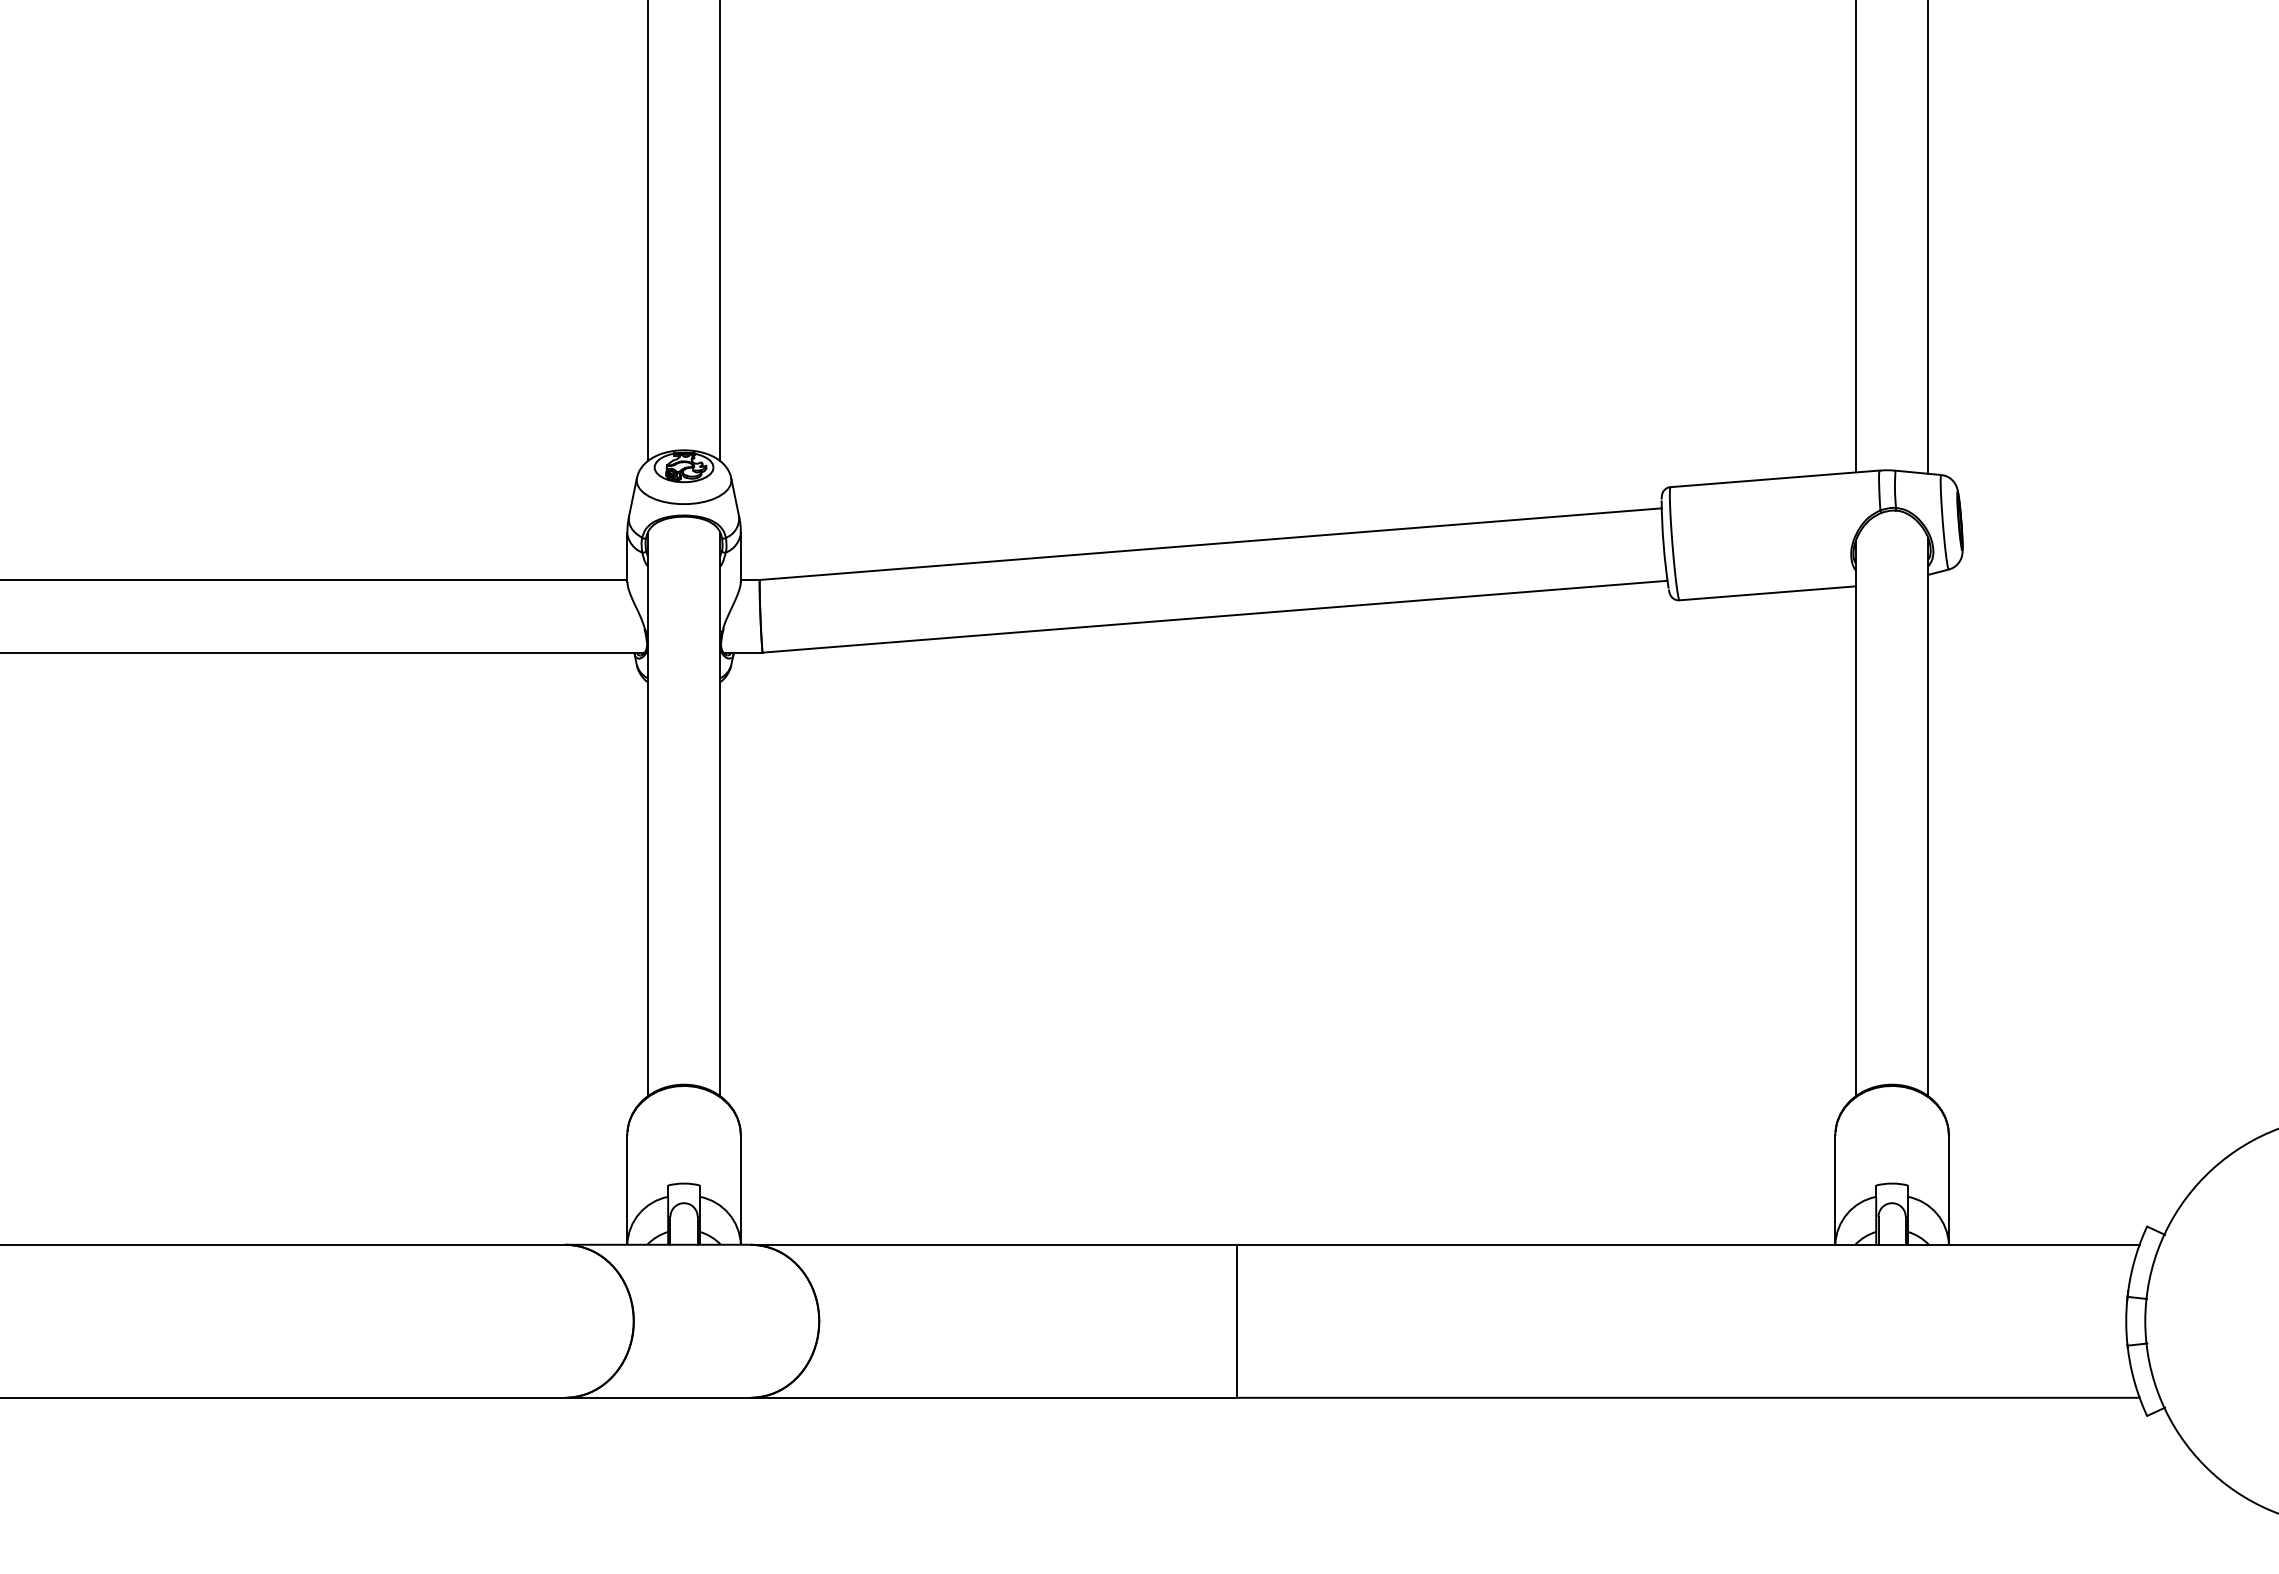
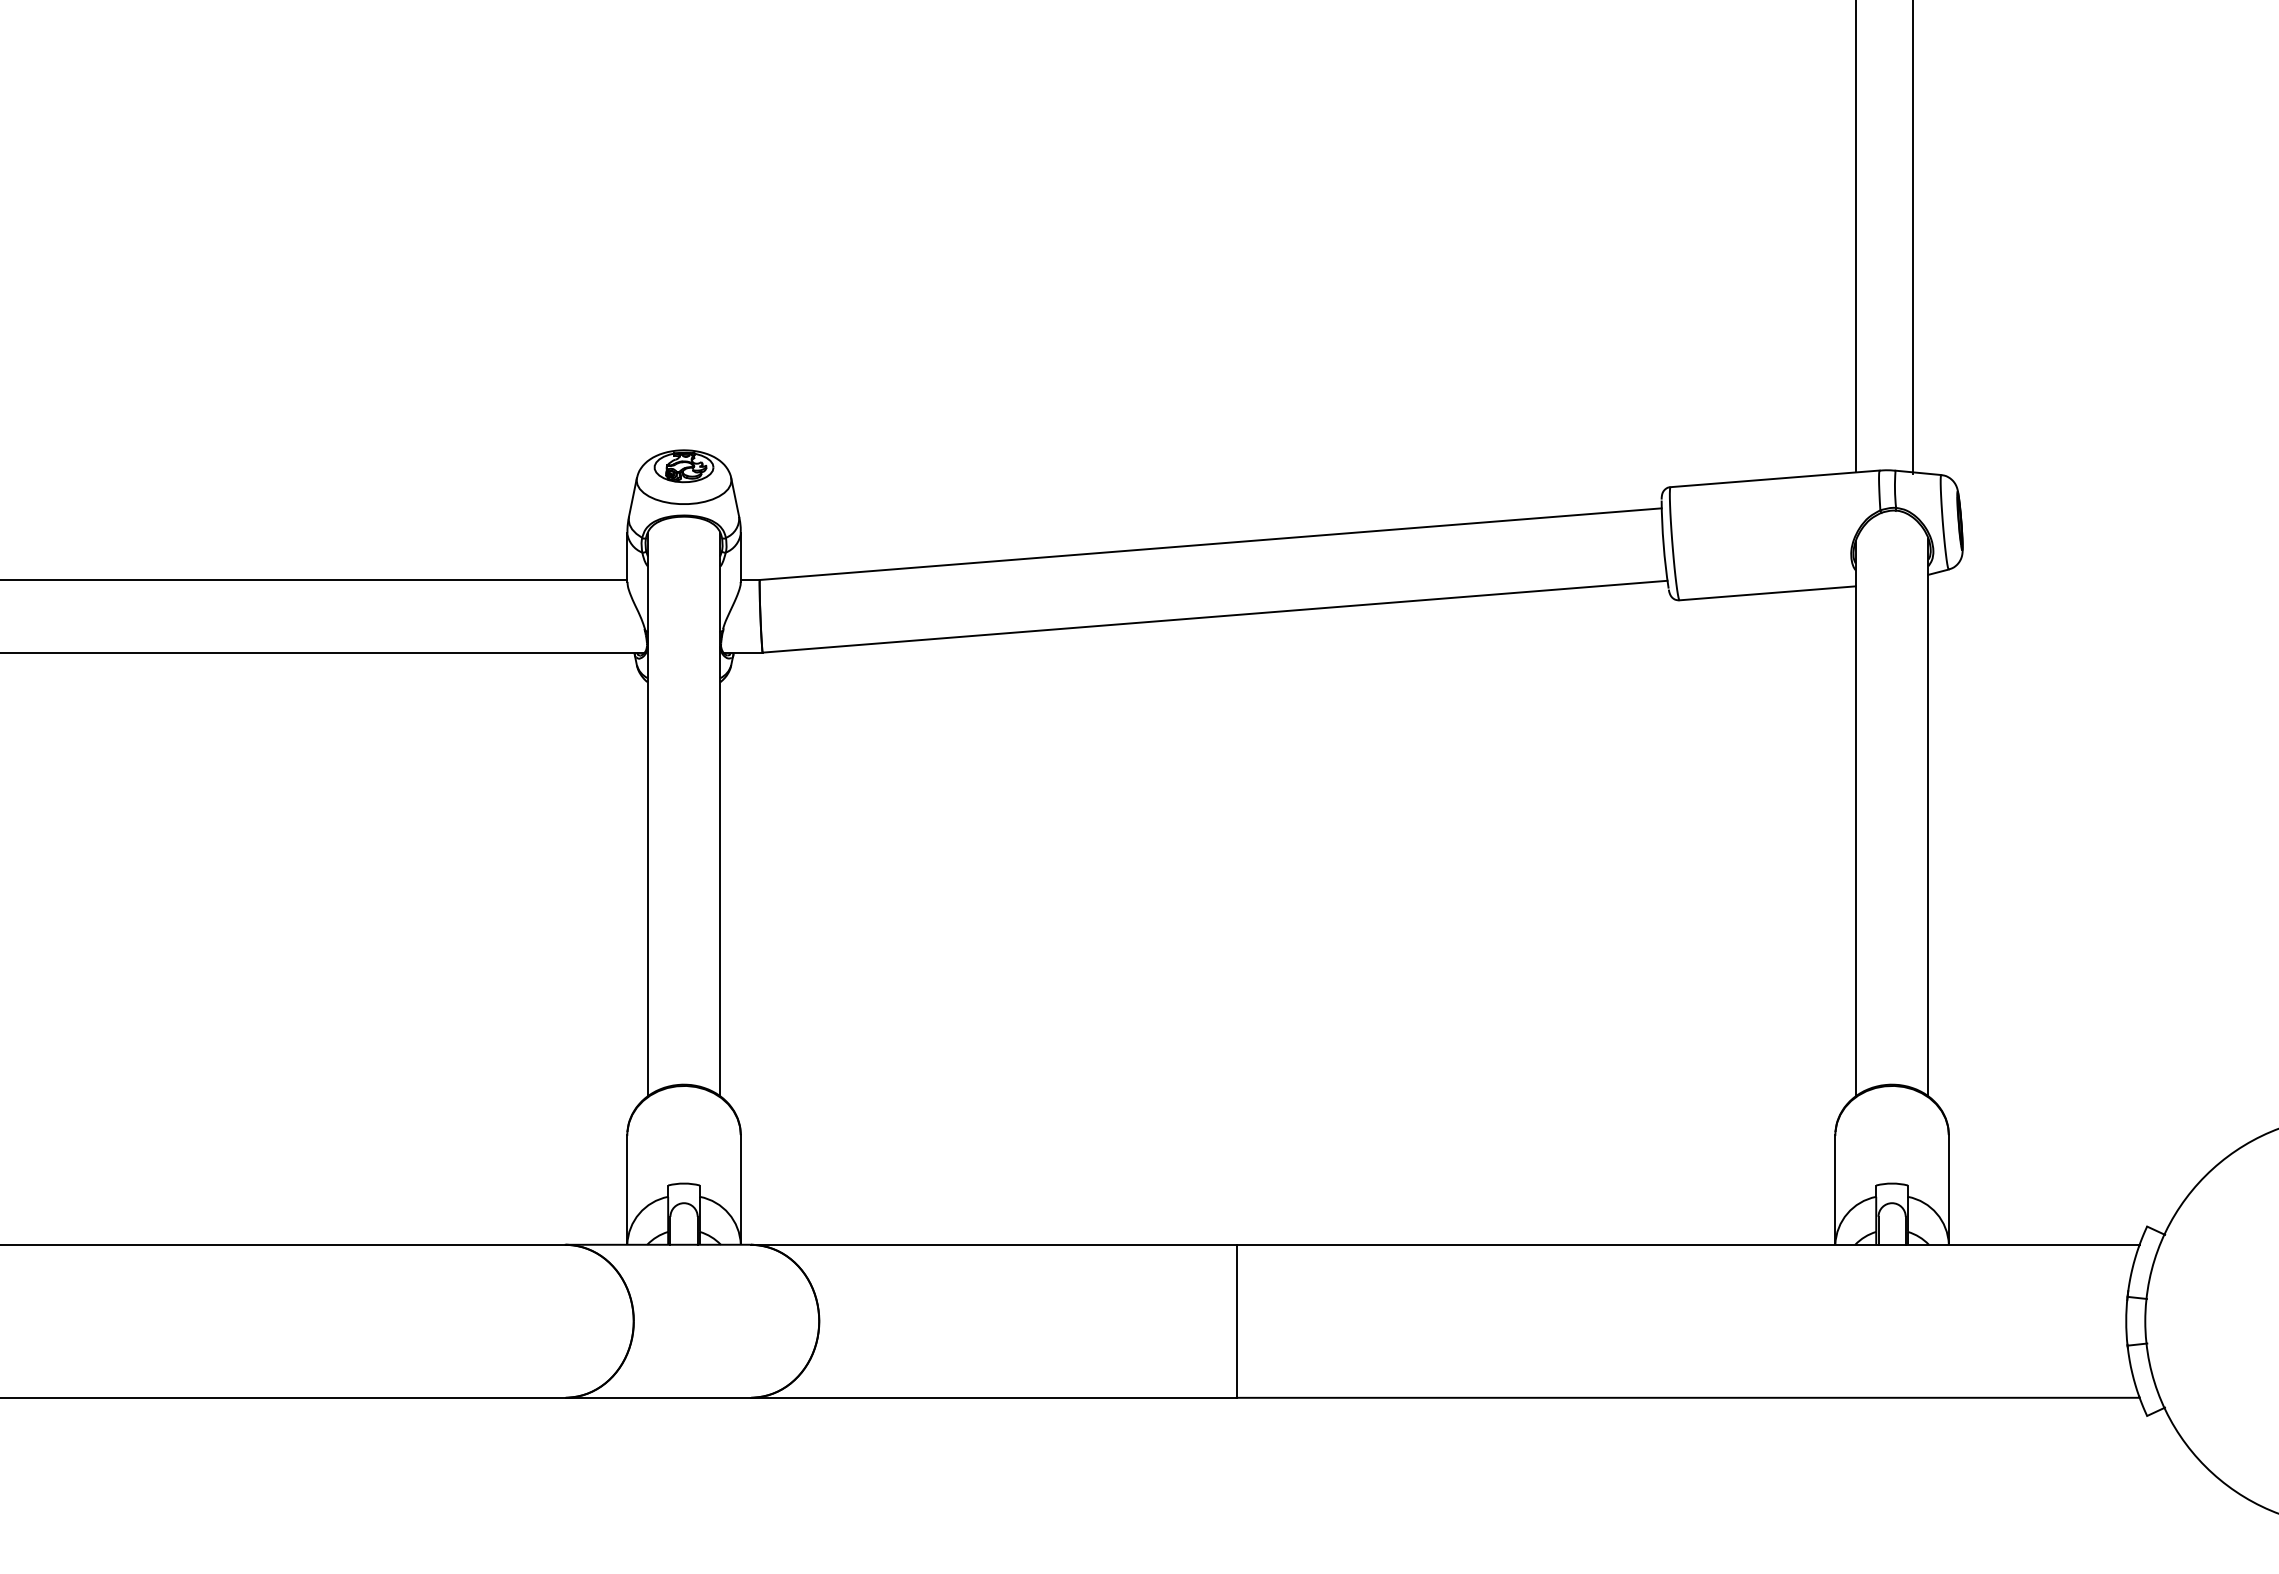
line at (647, 231): present -> none
line at (720, 231): present -> none
line at (1928, 237) position: (1928, 237) -> (1913, 237)
